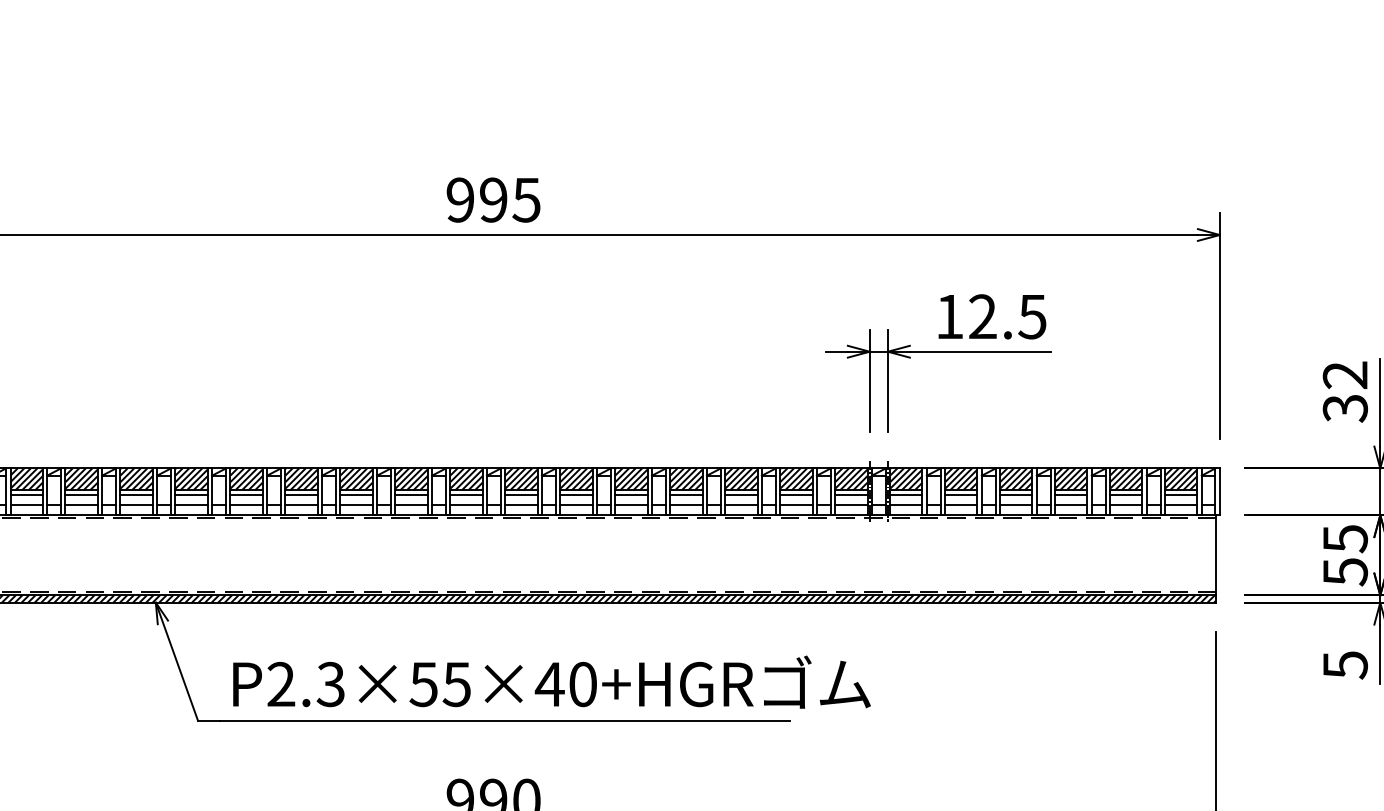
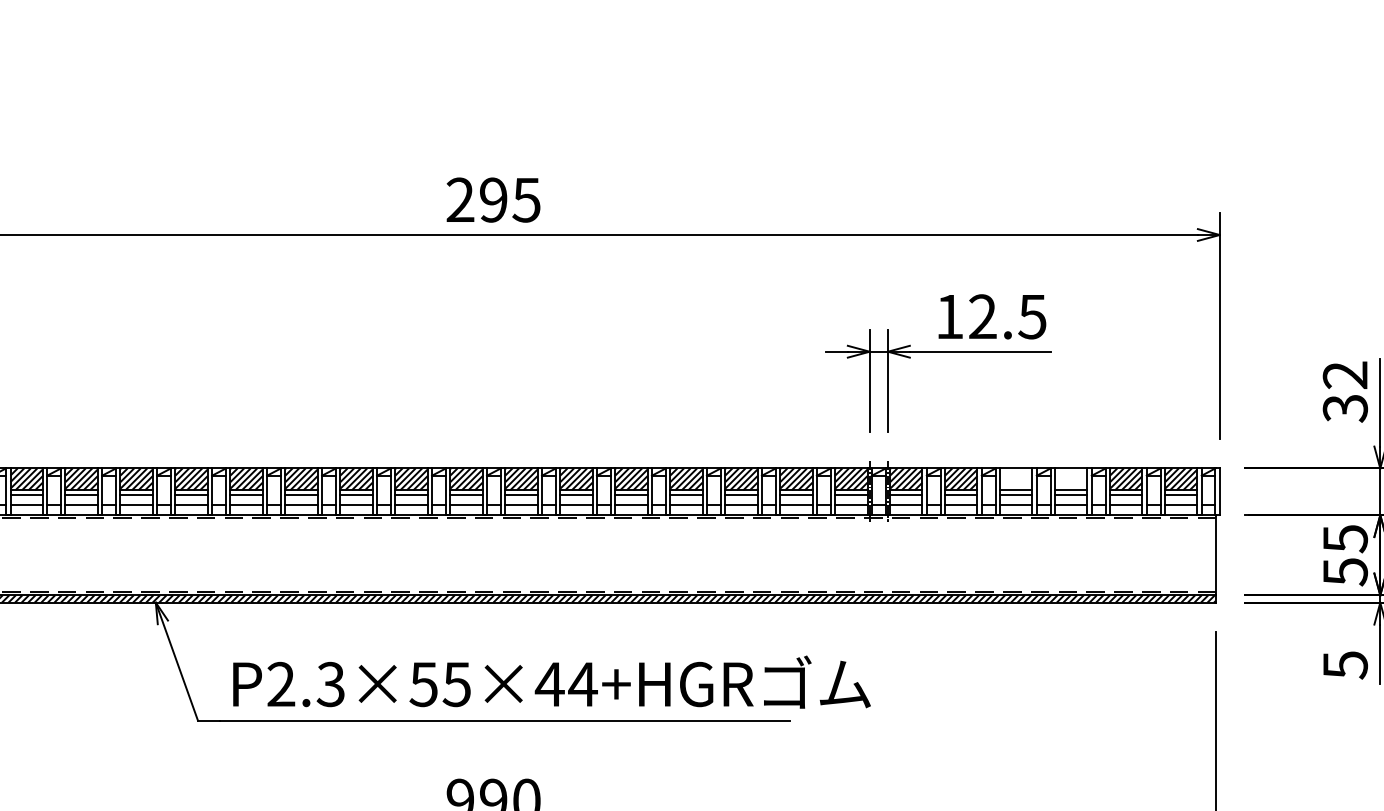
text at (460, 200): 995 -> 295
hatch at (1016, 479): present -> none
hatch at (1071, 479): present -> none
text at (582, 684): P2.3×55×40+HGR -> P2.3×55×44+HGR
